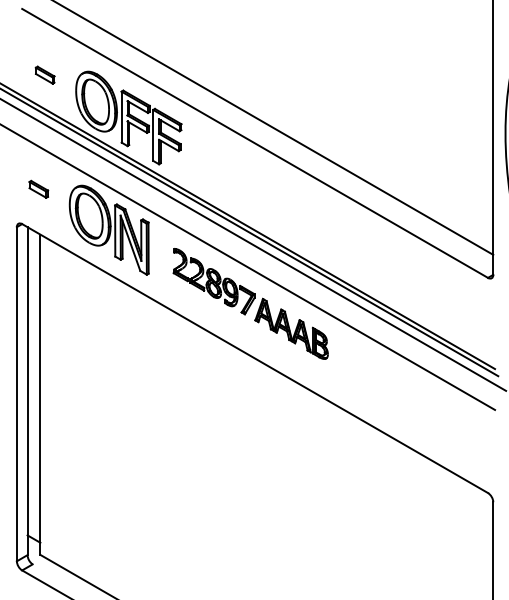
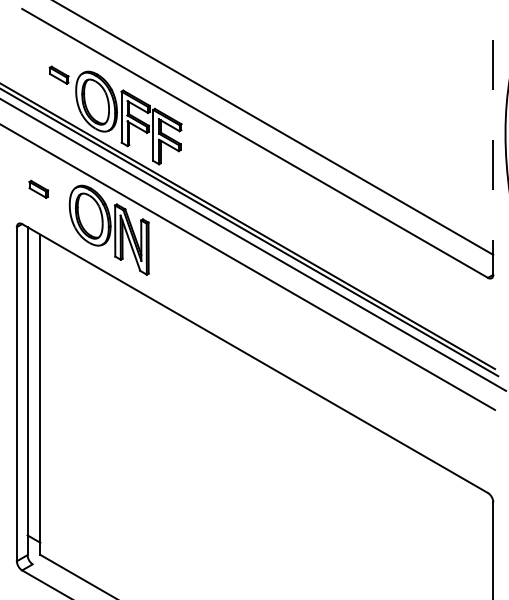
part at (44, 74) position: (44, 74) -> (58, 74)
line at (493, 138): solid -> dashed
part at (250, 303): present -> none
